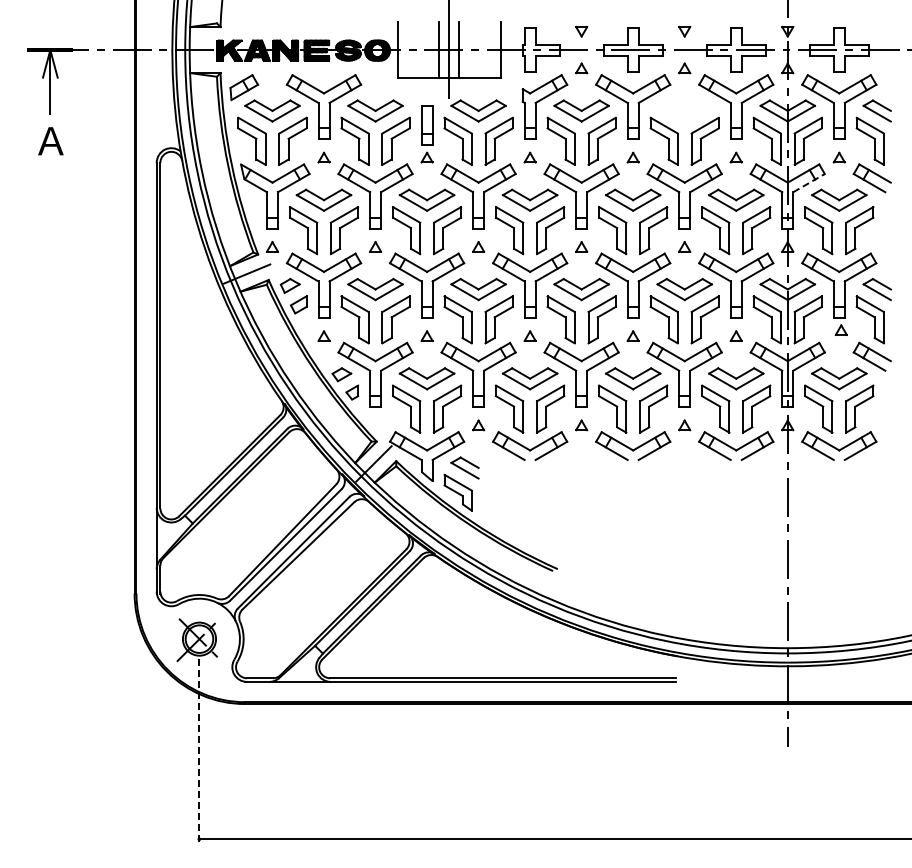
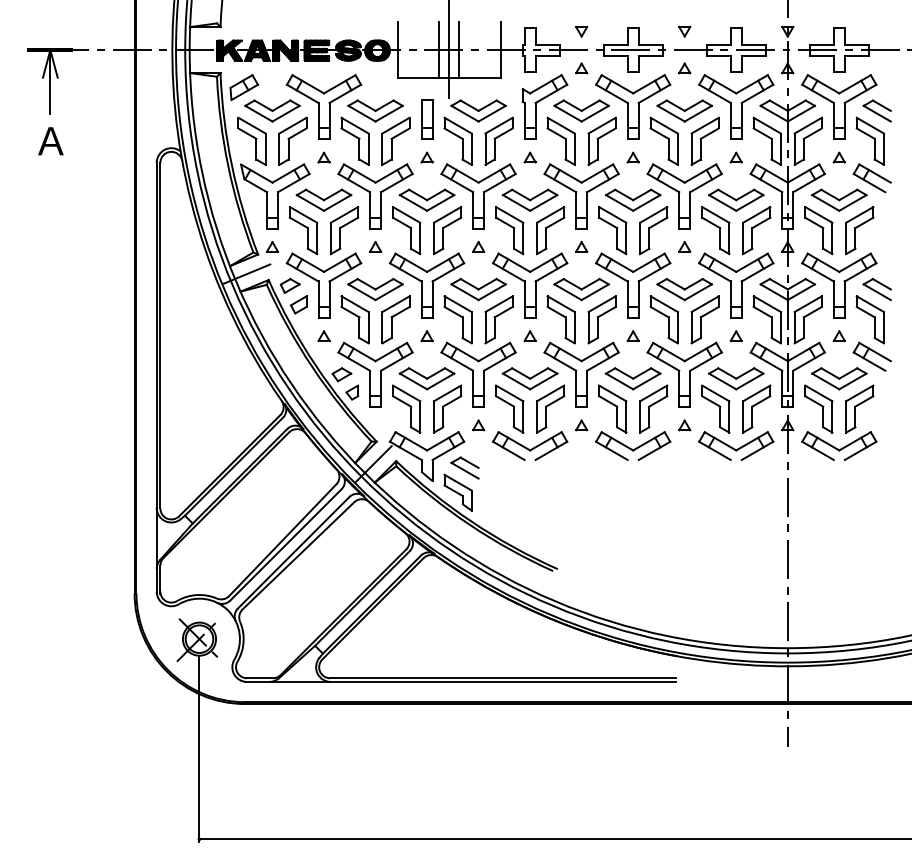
part at (684, 110): none -> present
part at (427, 125) position: (427, 125) -> (427, 119)
line at (809, 182): dashed -> solid
part at (840, 329) position: (840, 329) -> (838, 335)
line at (199, 749): dashed -> solid
